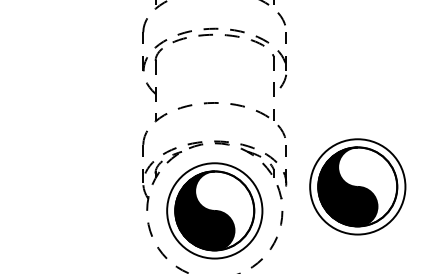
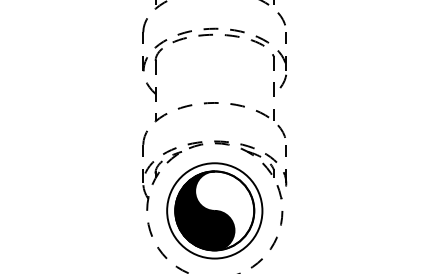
part at (357, 186): present -> none
